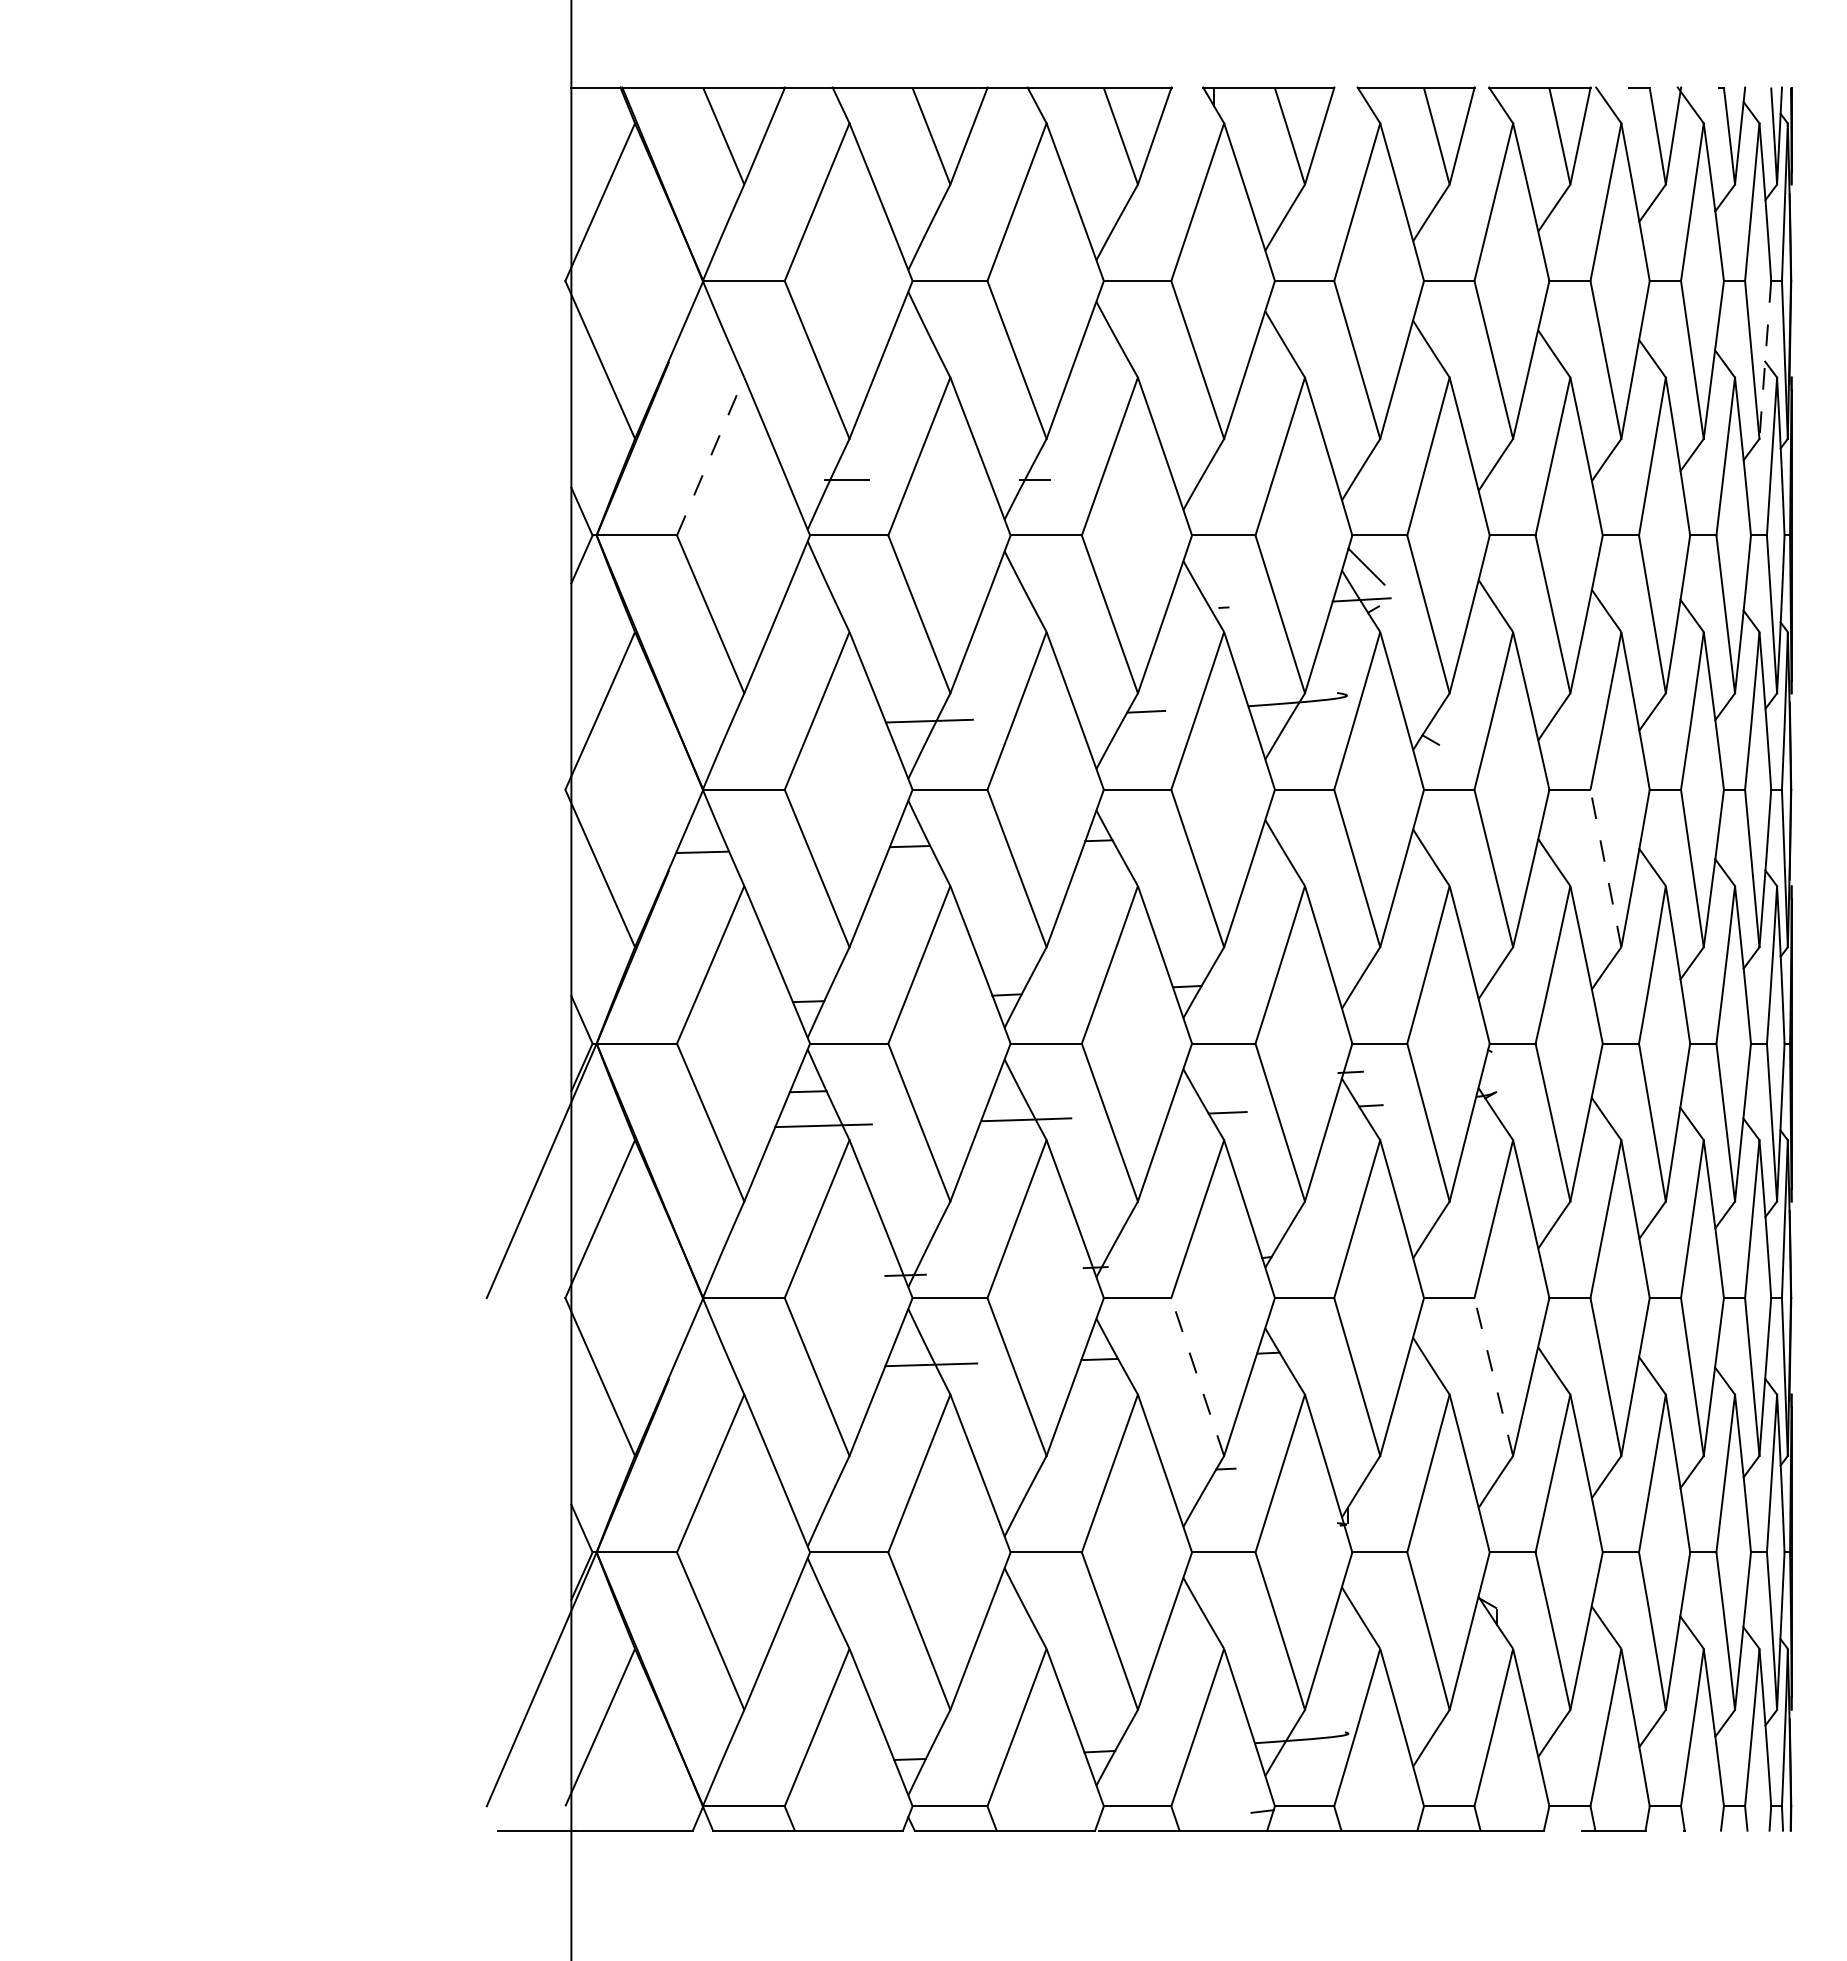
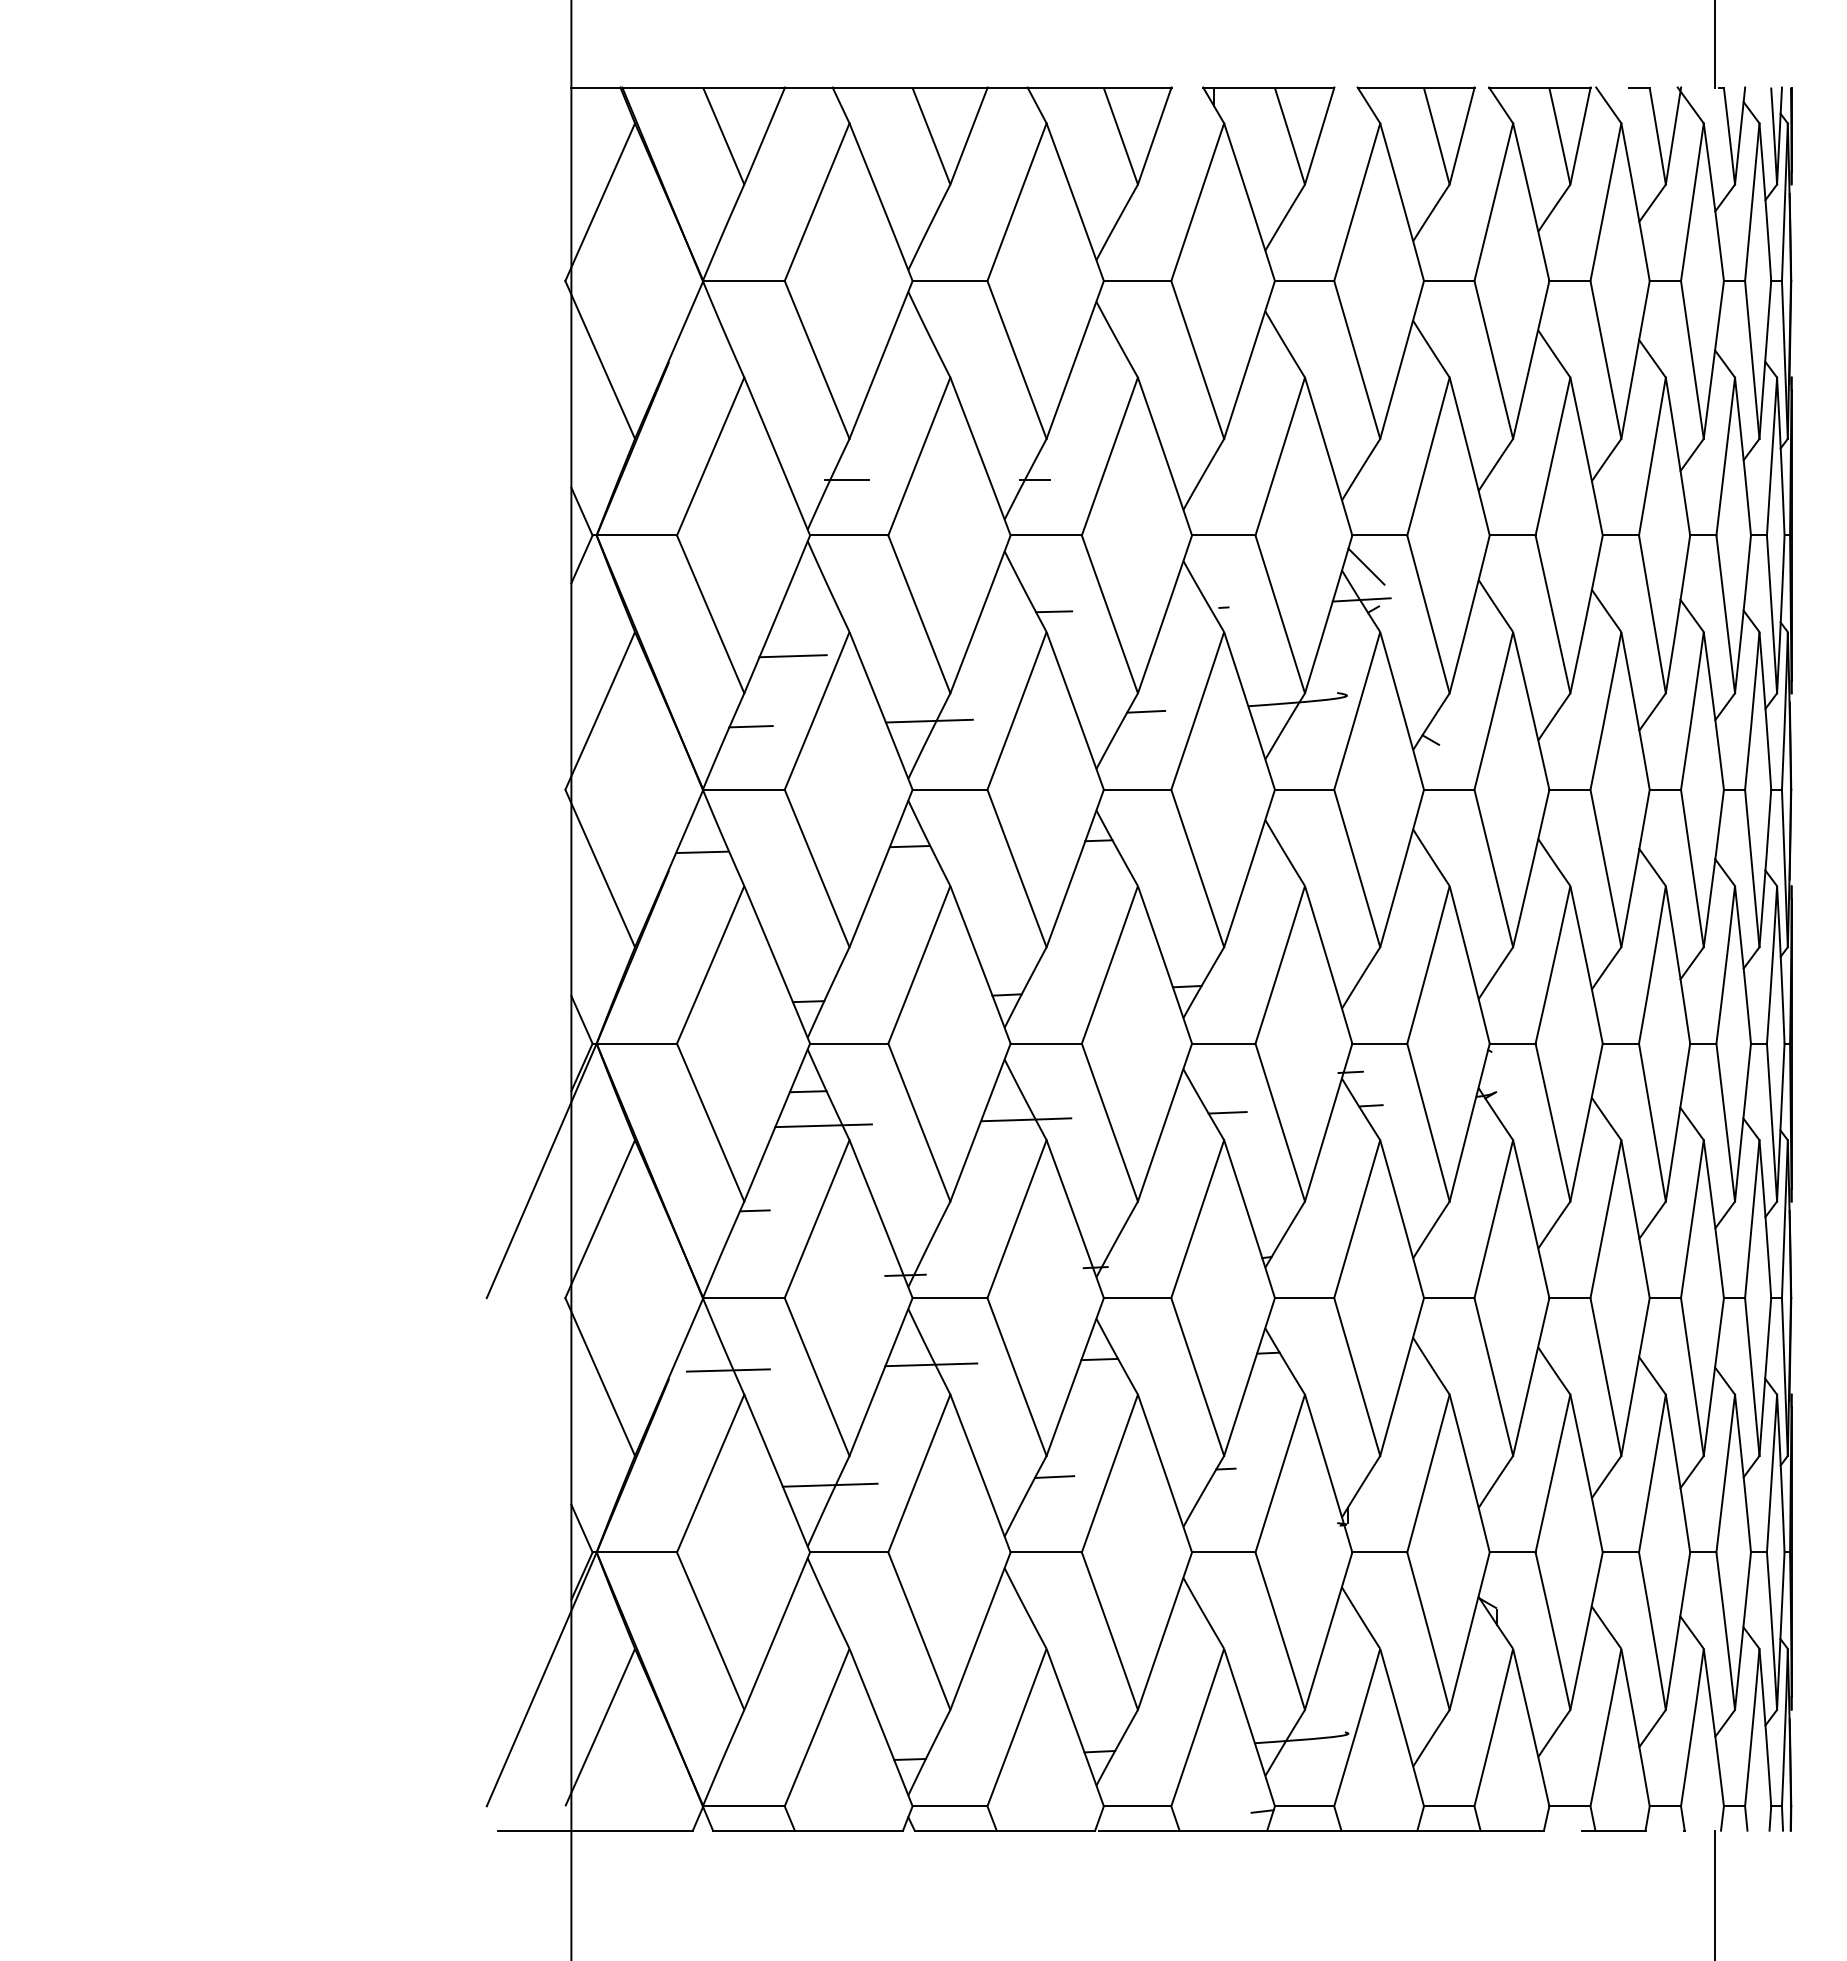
line at (1715, 44): none -> present
line at (1765, 360): dashed -> solid
line at (710, 456): dashed -> solid
line at (1054, 611): none -> present
line at (792, 656): none -> present
line at (750, 726): none -> present
line at (1605, 868): dashed -> solid
line at (754, 1210): none -> present
line at (727, 1370): none -> present
line at (1197, 1376): dashed -> solid
line at (1493, 1376): dashed -> solid
line at (1054, 1476): none -> present
line at (829, 1484): none -> present
line at (1715, 1893): none -> present
